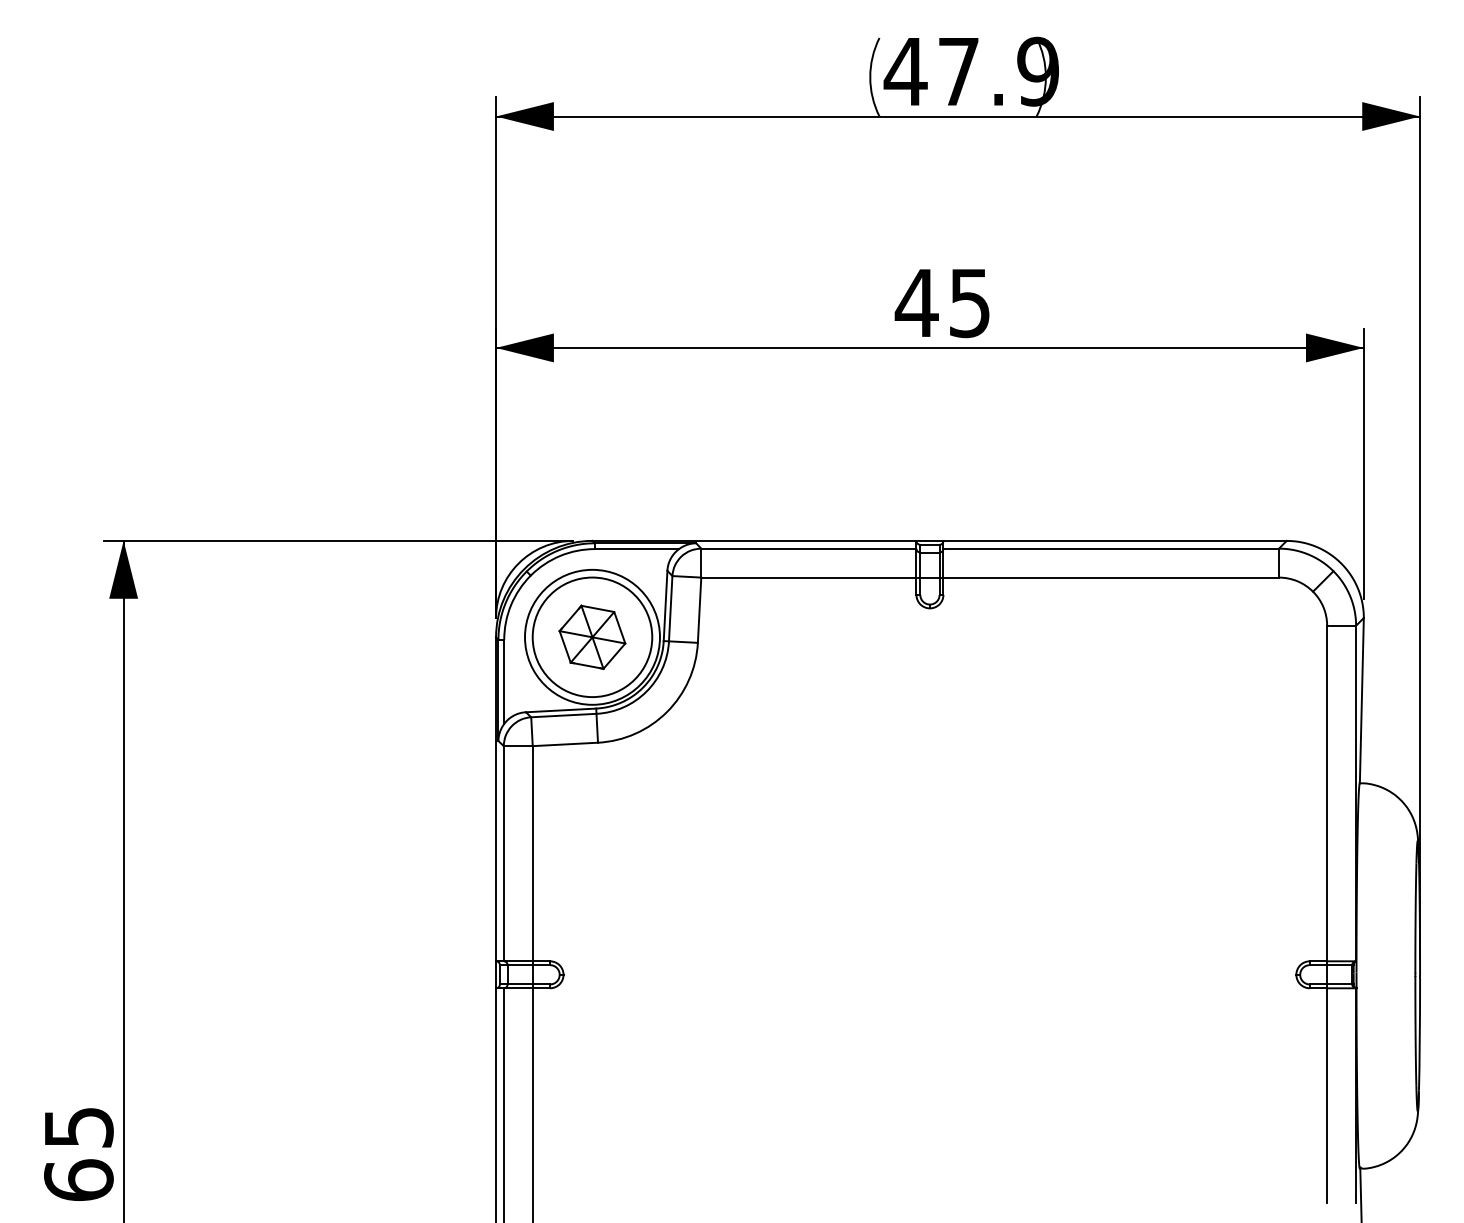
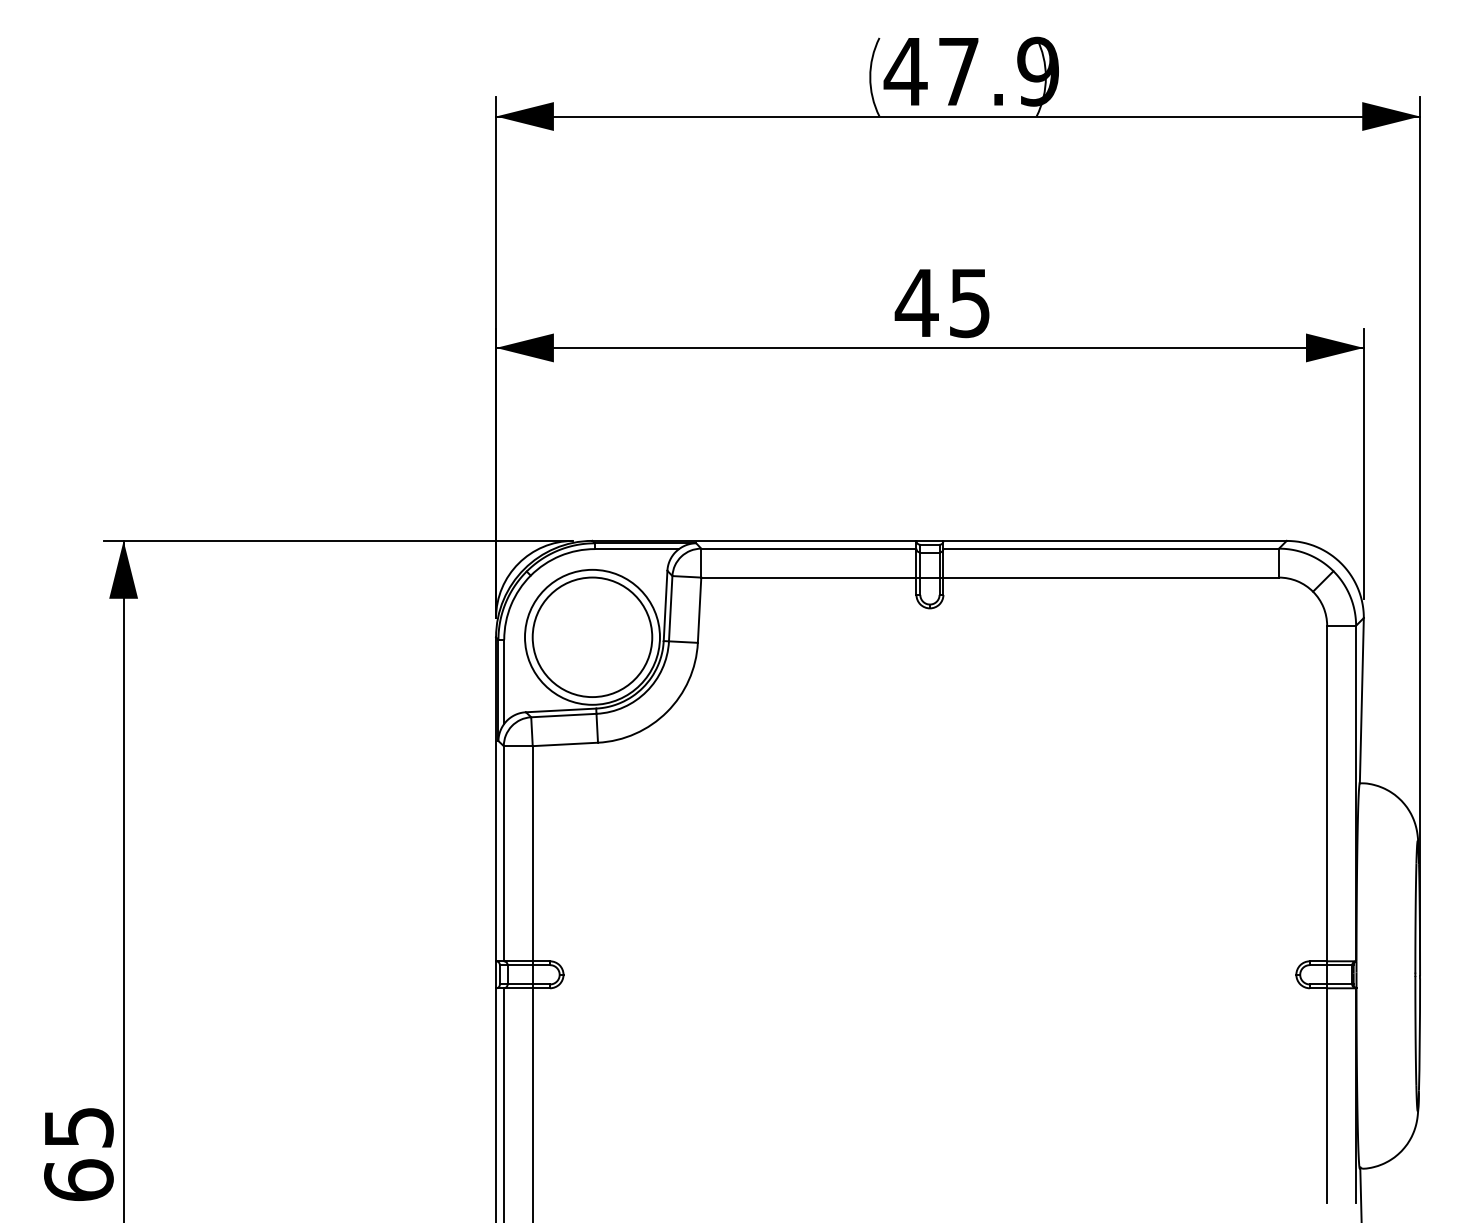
part at (592, 636): present -> none
